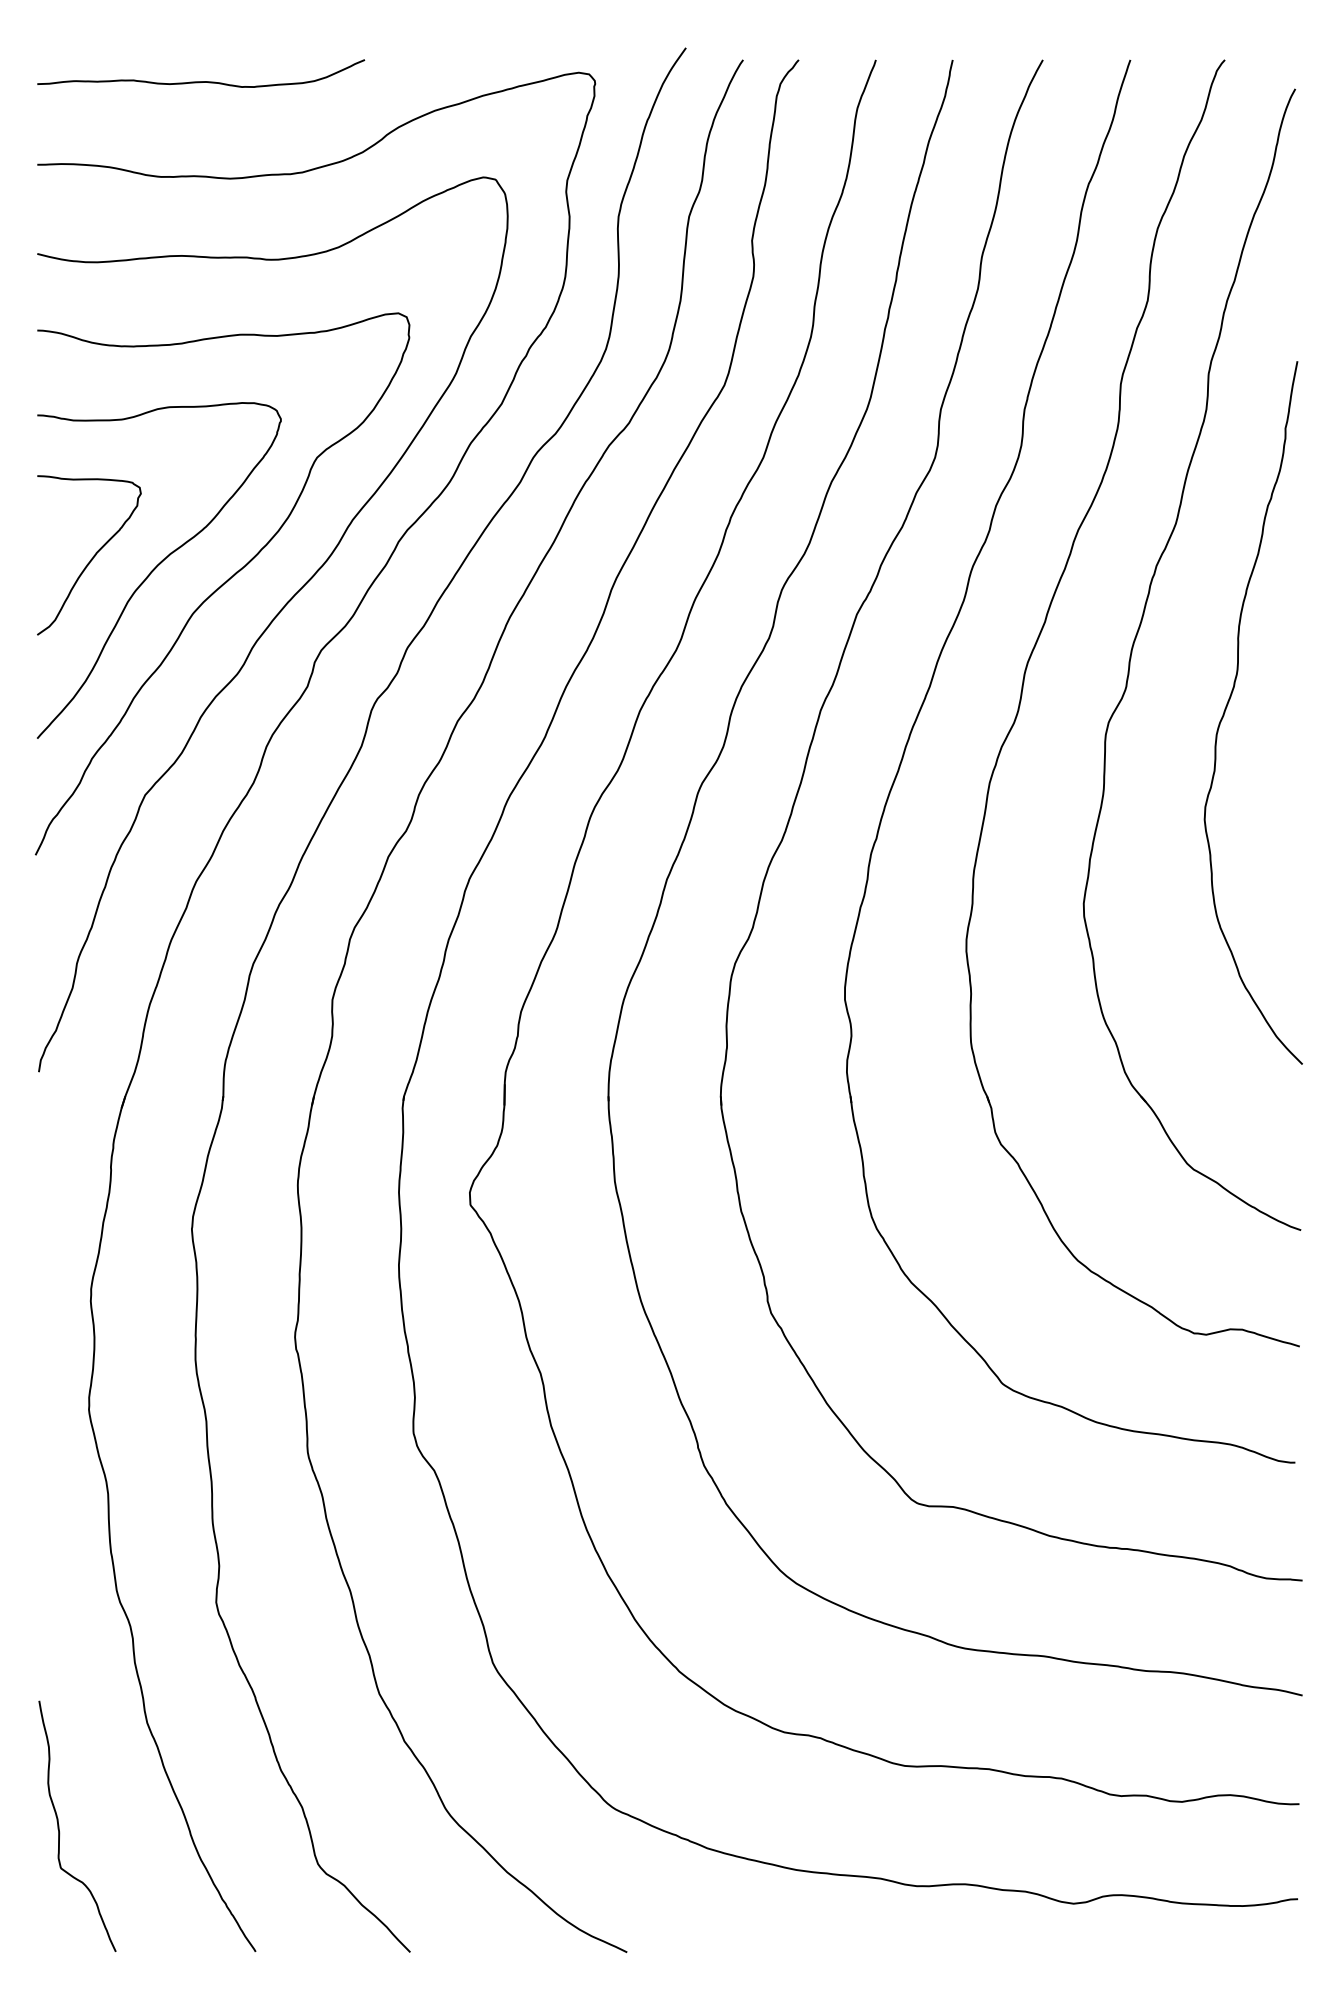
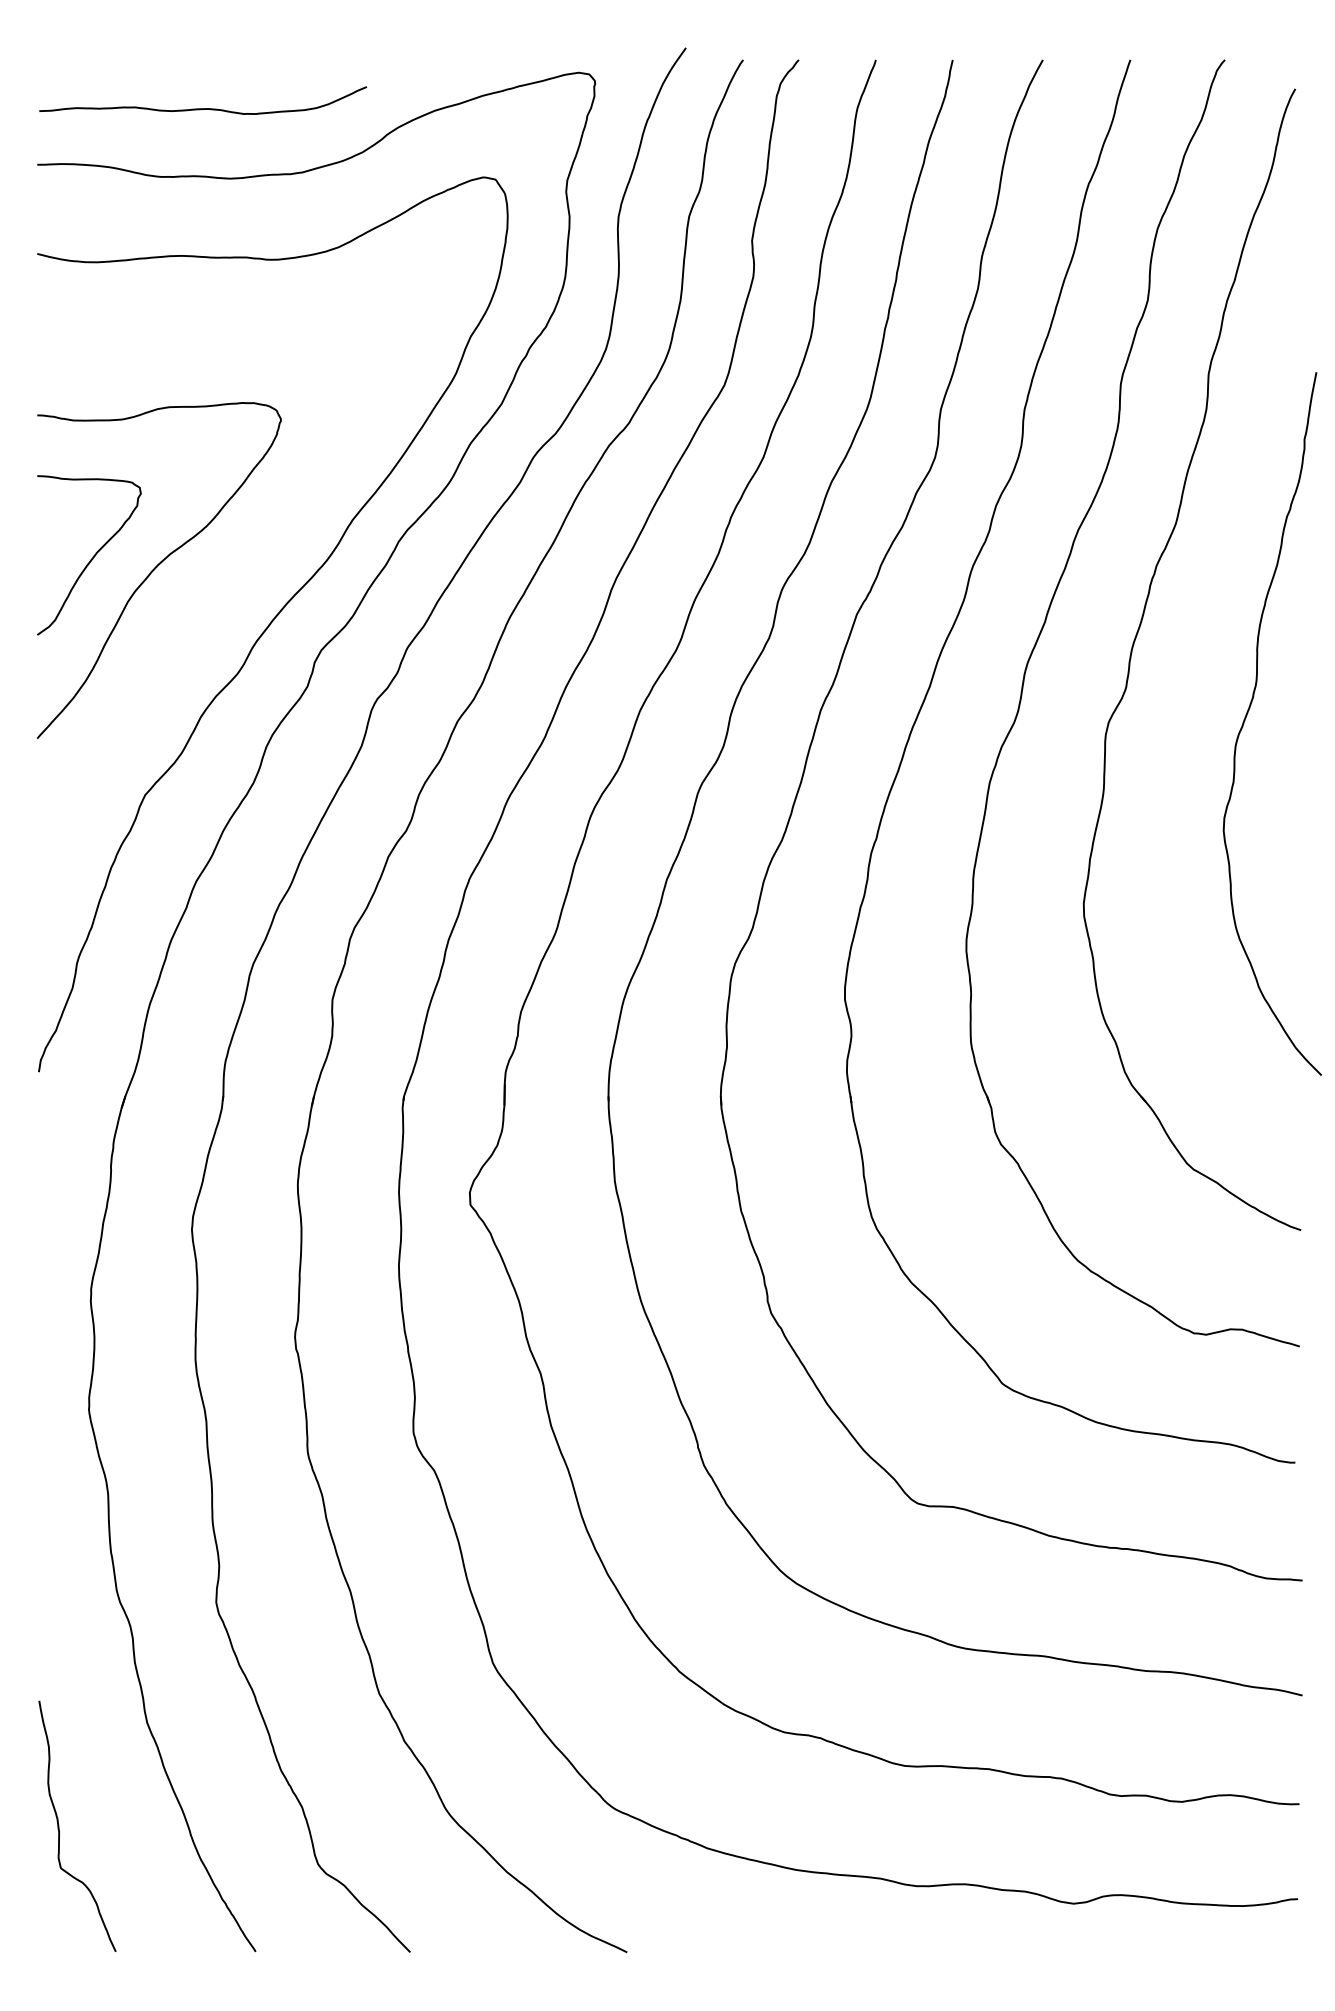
curve at (201, 81) position: (201, 81) -> (203, 108)
curve at (222, 583): present -> none
curve at (1229, 702) position: (1229, 702) -> (1248, 713)
